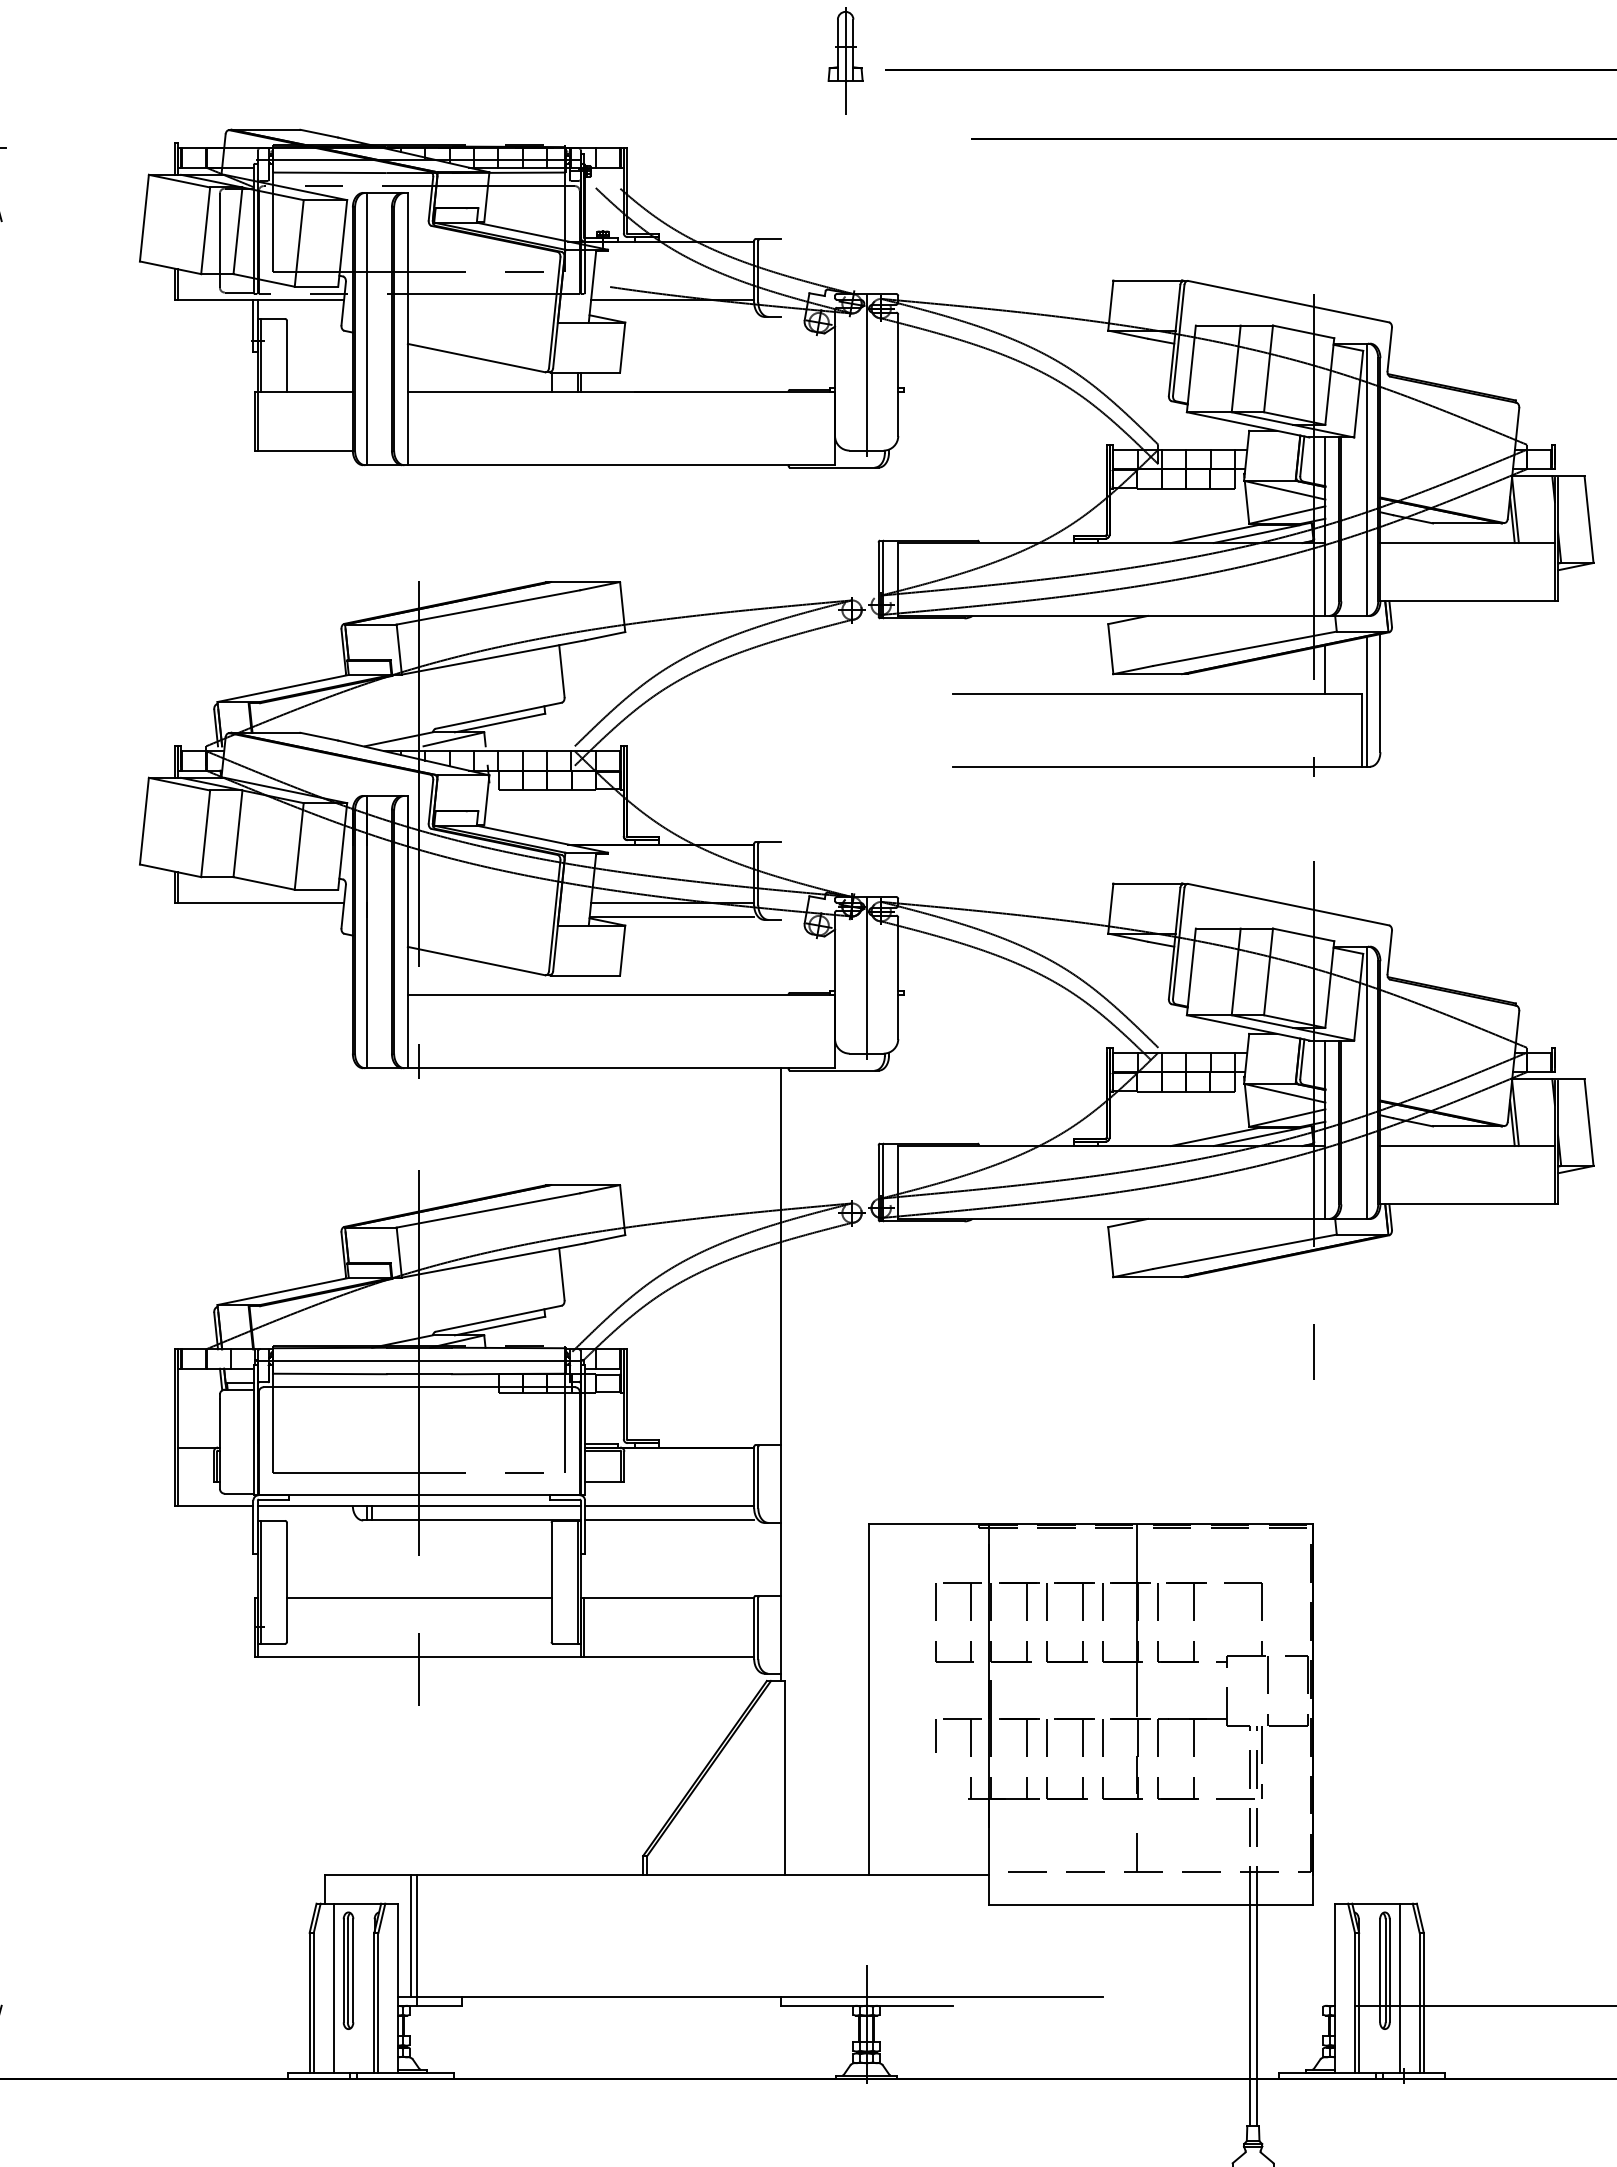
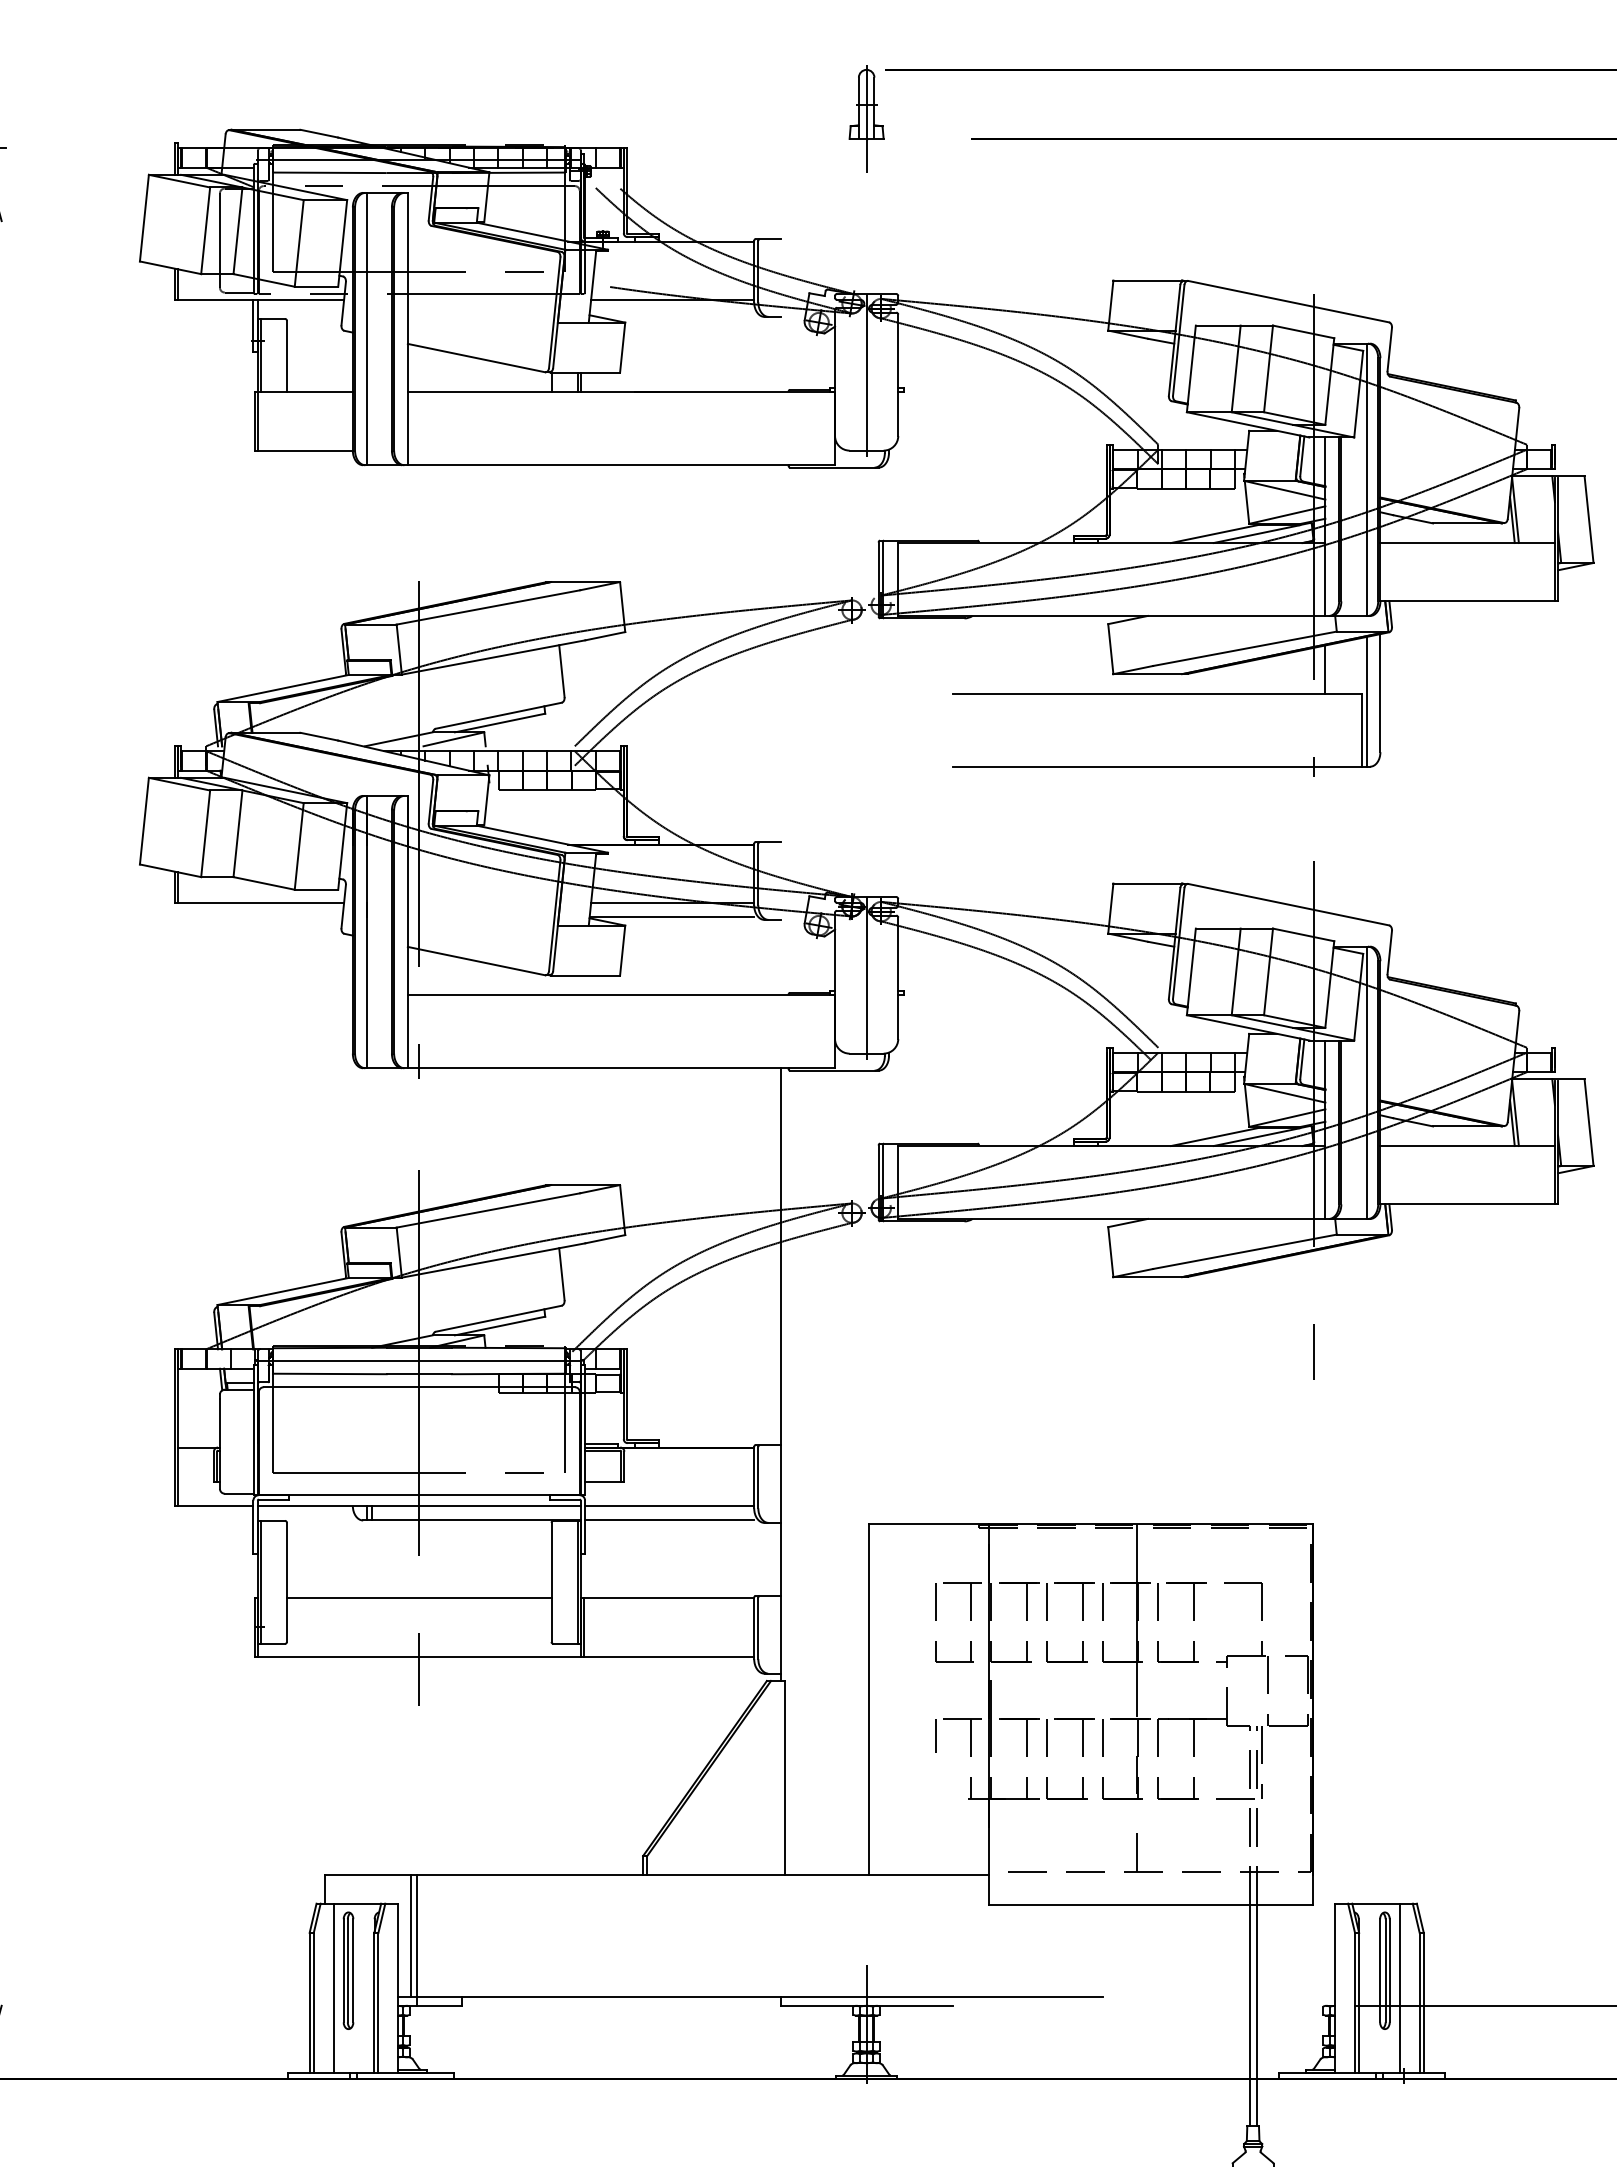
part at (845, 60) position: (845, 60) -> (866, 118)
